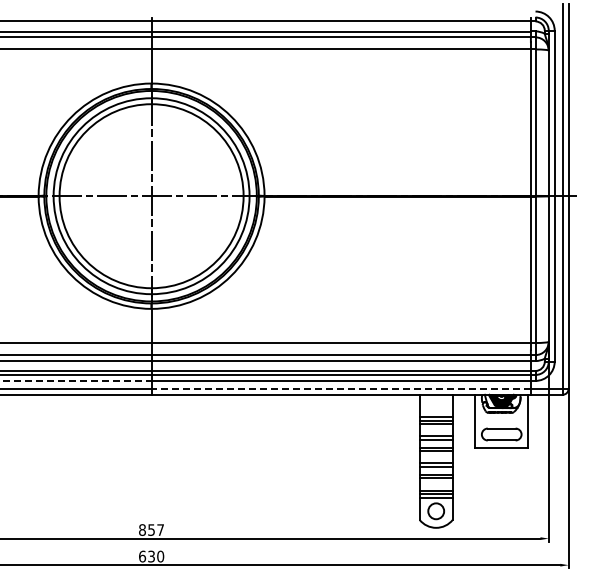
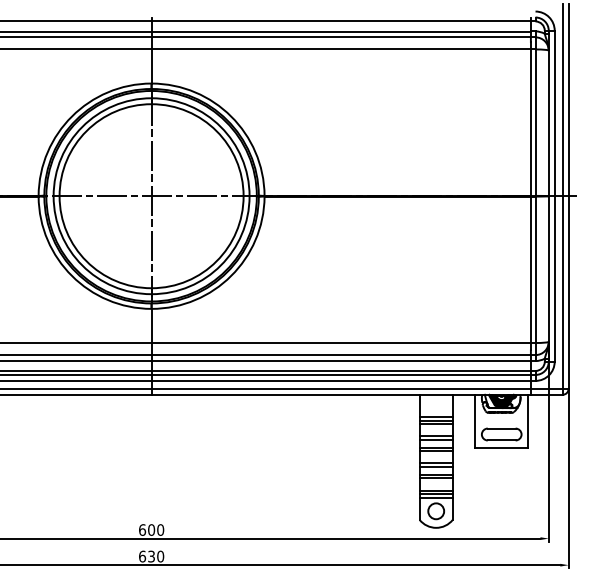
line at (76, 380): dashed -> solid
line at (341, 388): dashed -> solid
text at (151, 529): 857 -> 600
